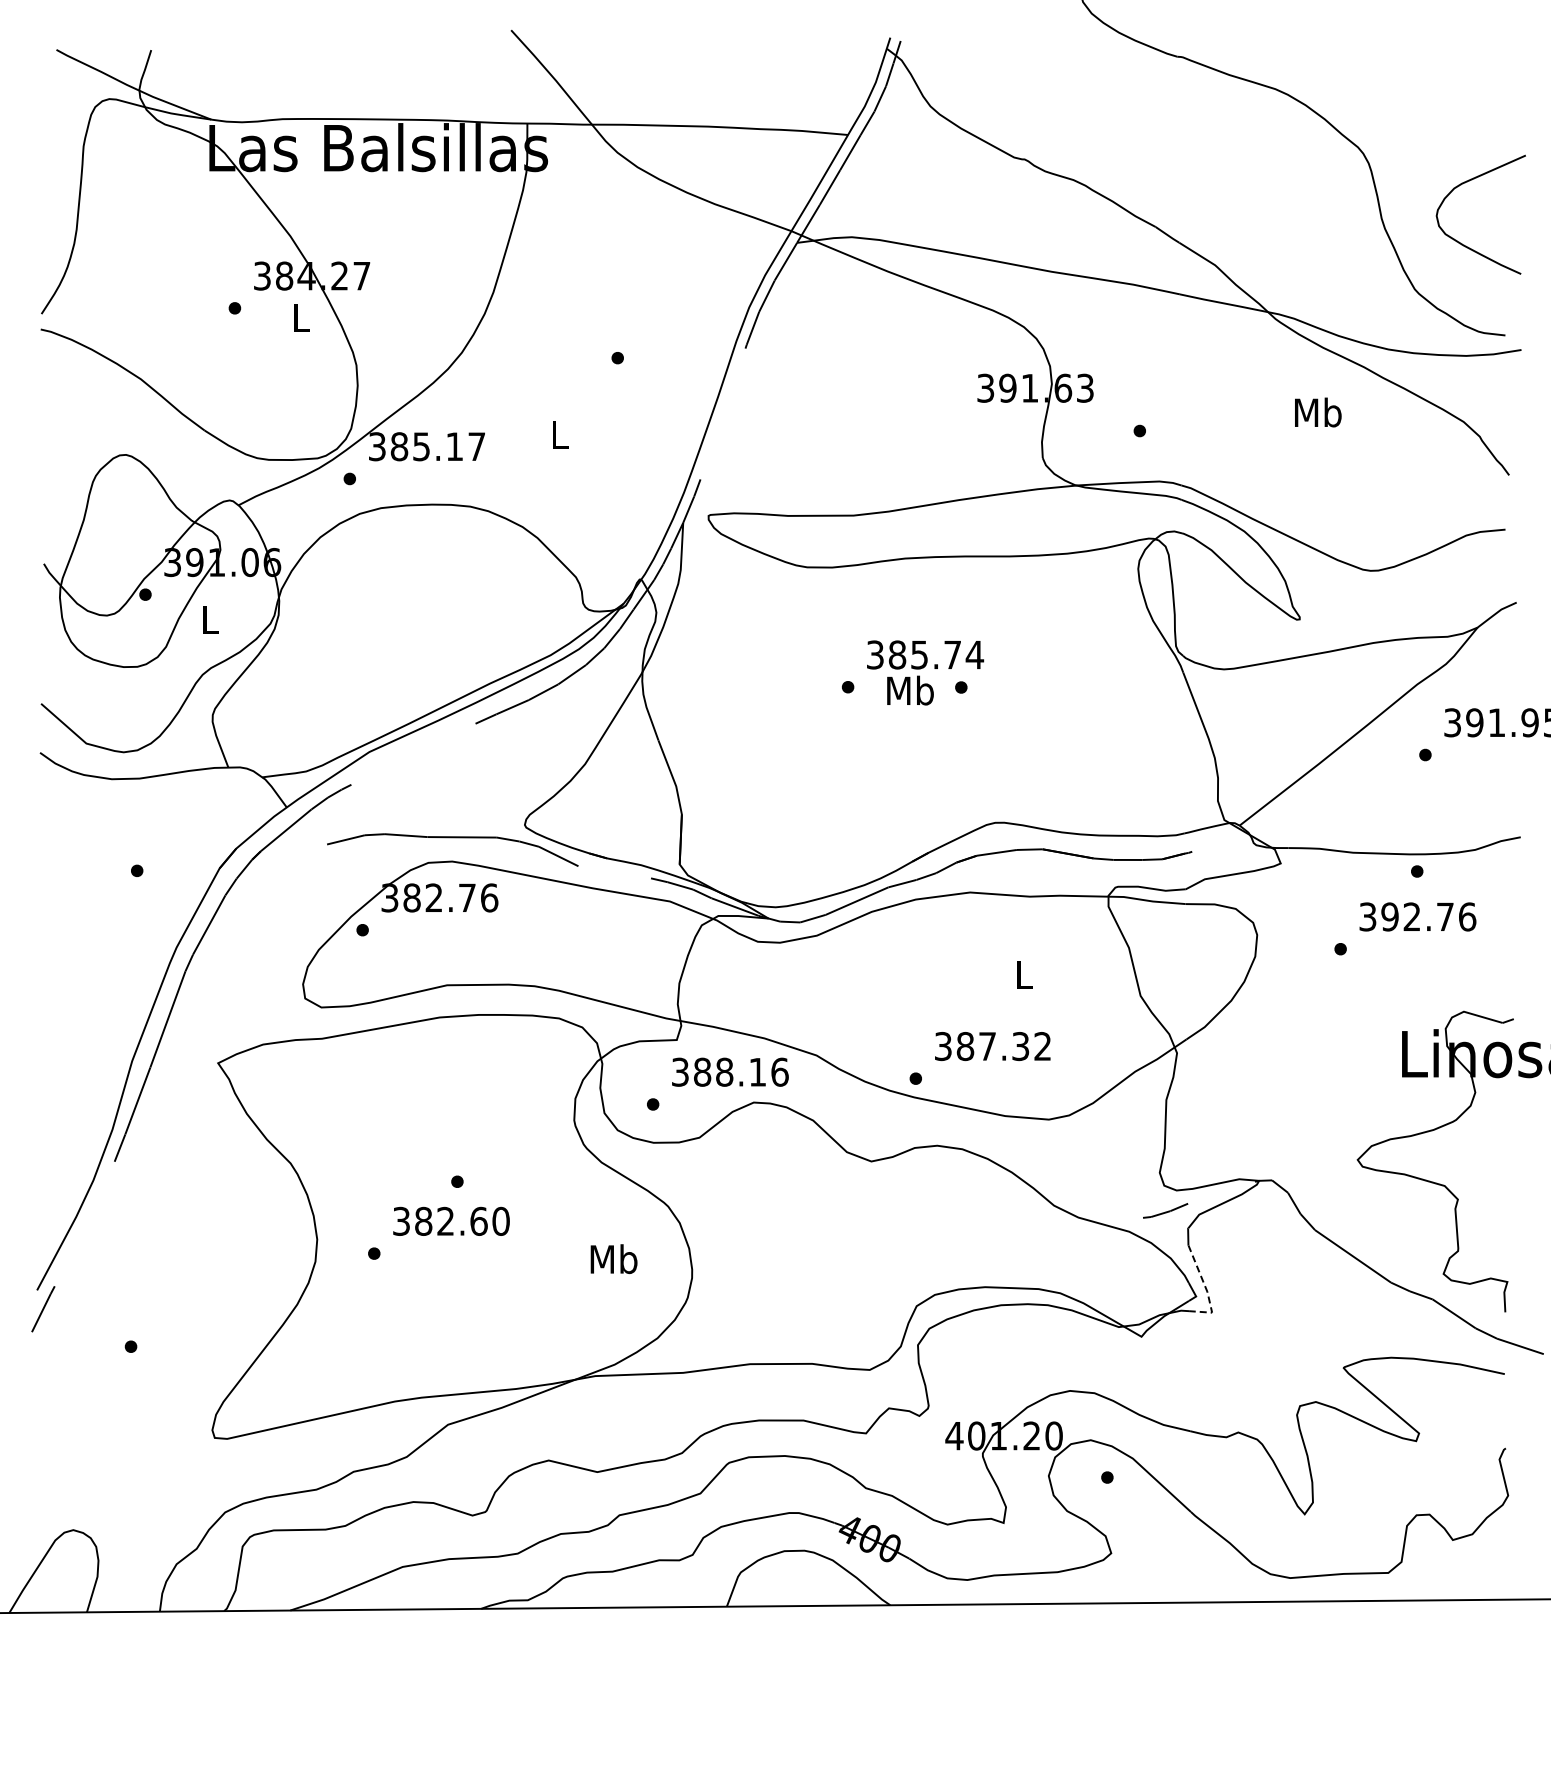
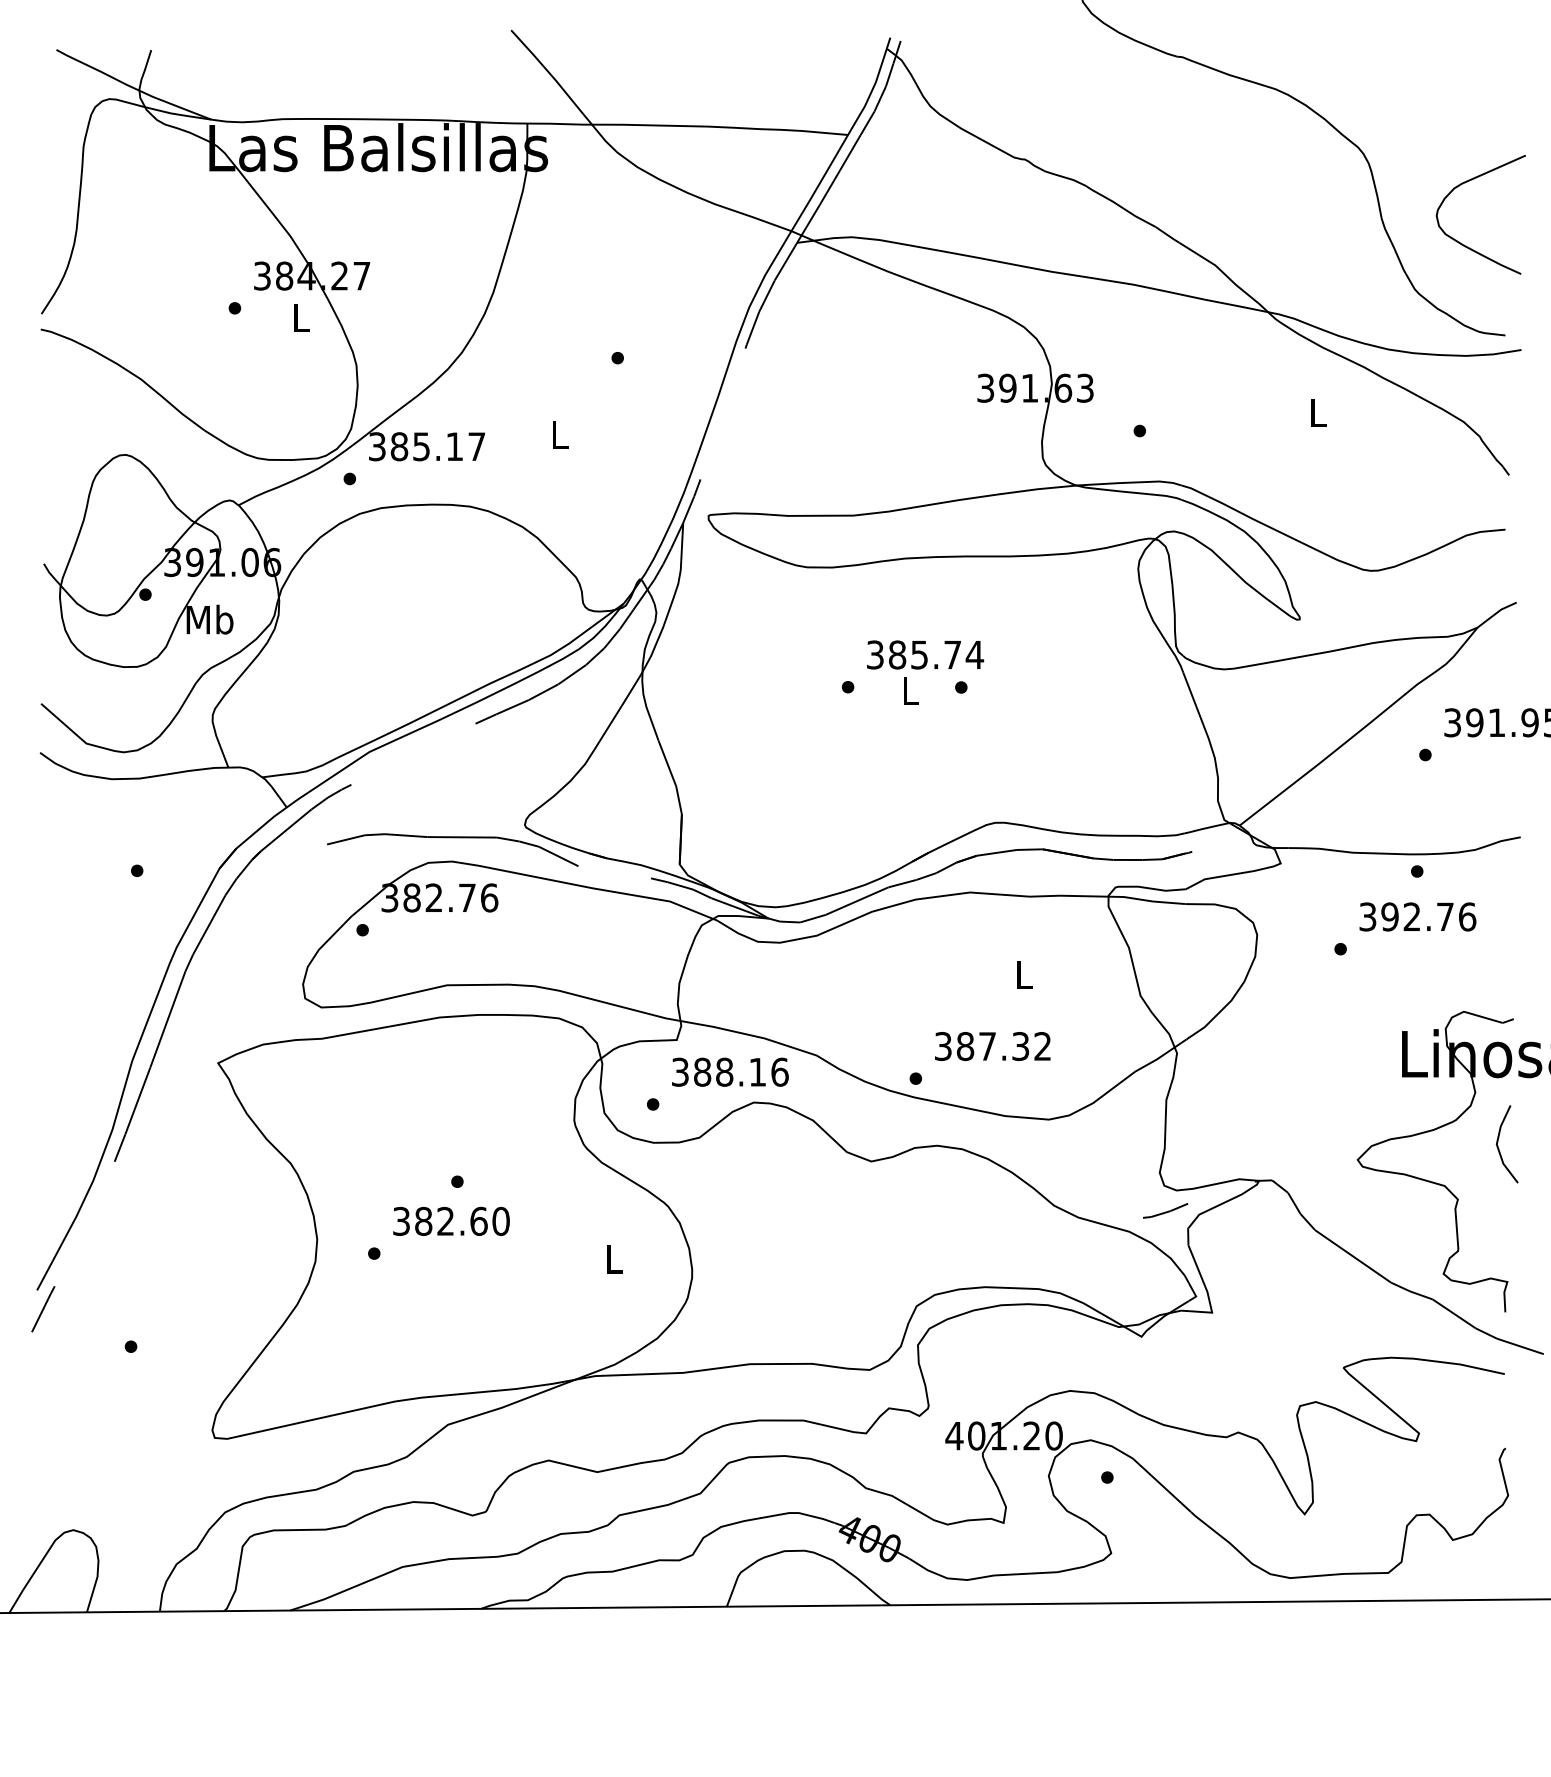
text at (1318, 412): Mb -> L
text at (209, 619): L -> Mb
text at (910, 690): Mb -> L
line at (1498, 1145): none -> present
text at (613, 1259): Mb -> L
line at (1207, 1291): dashed -> solid
